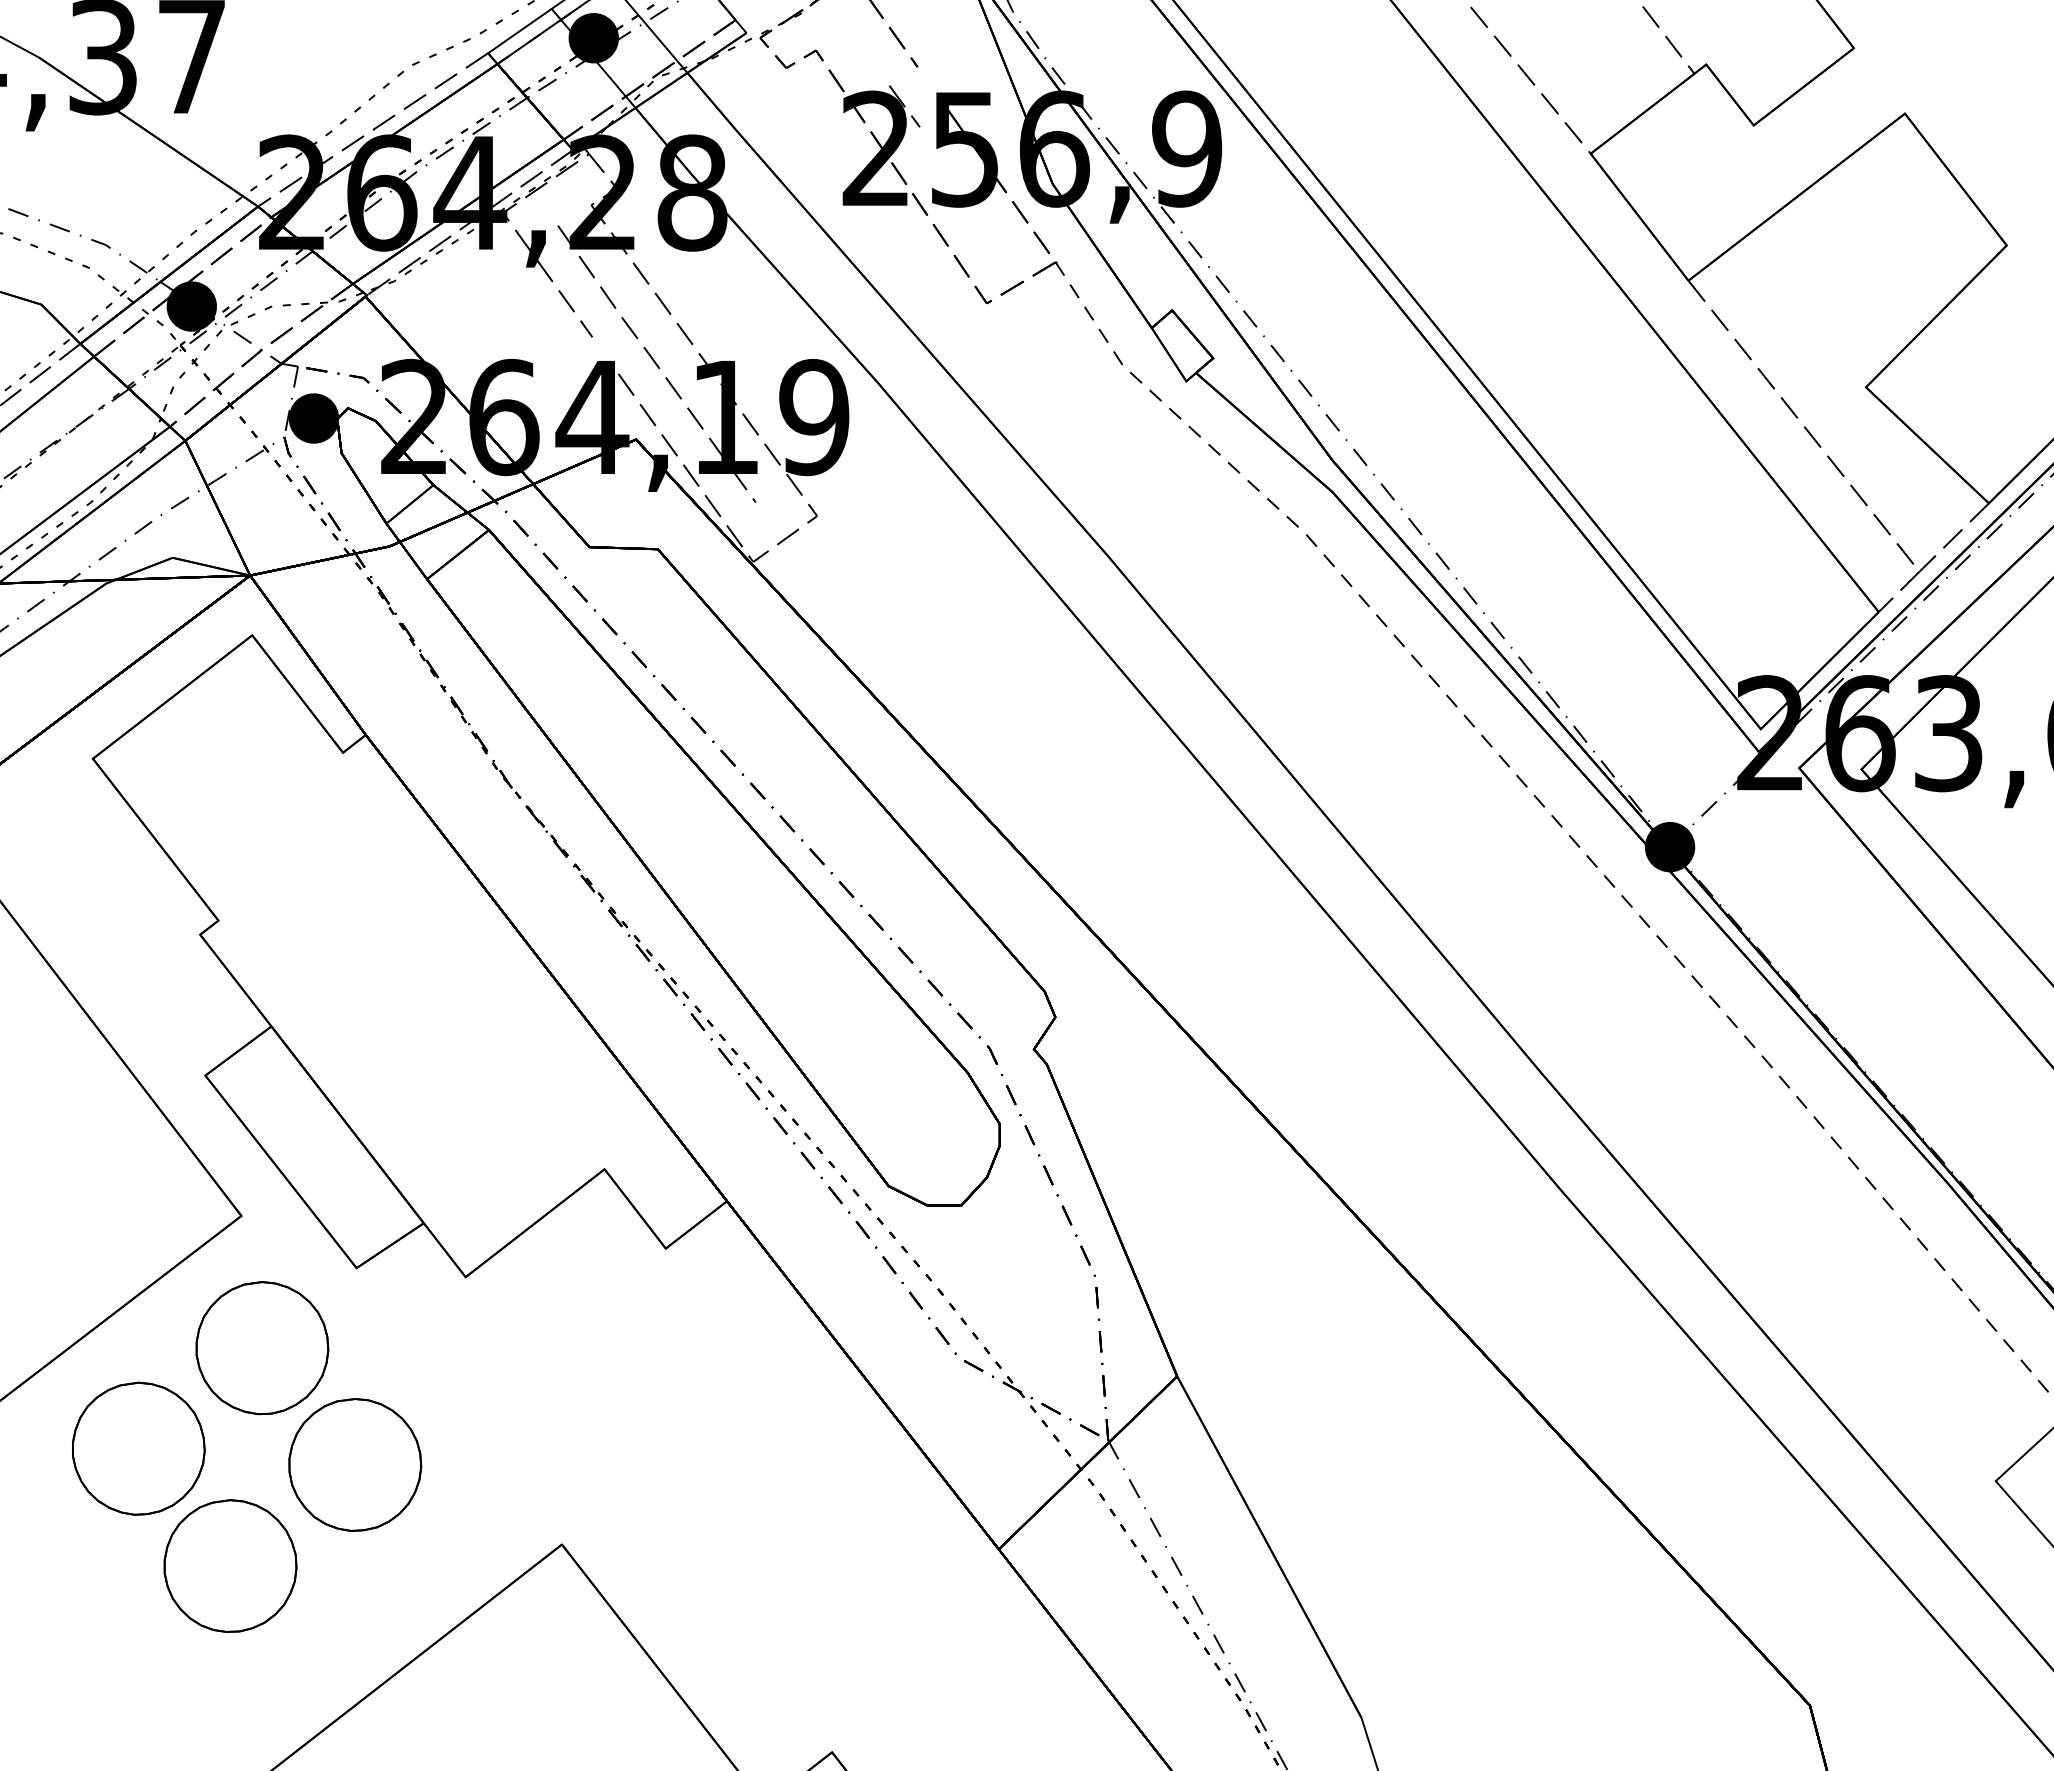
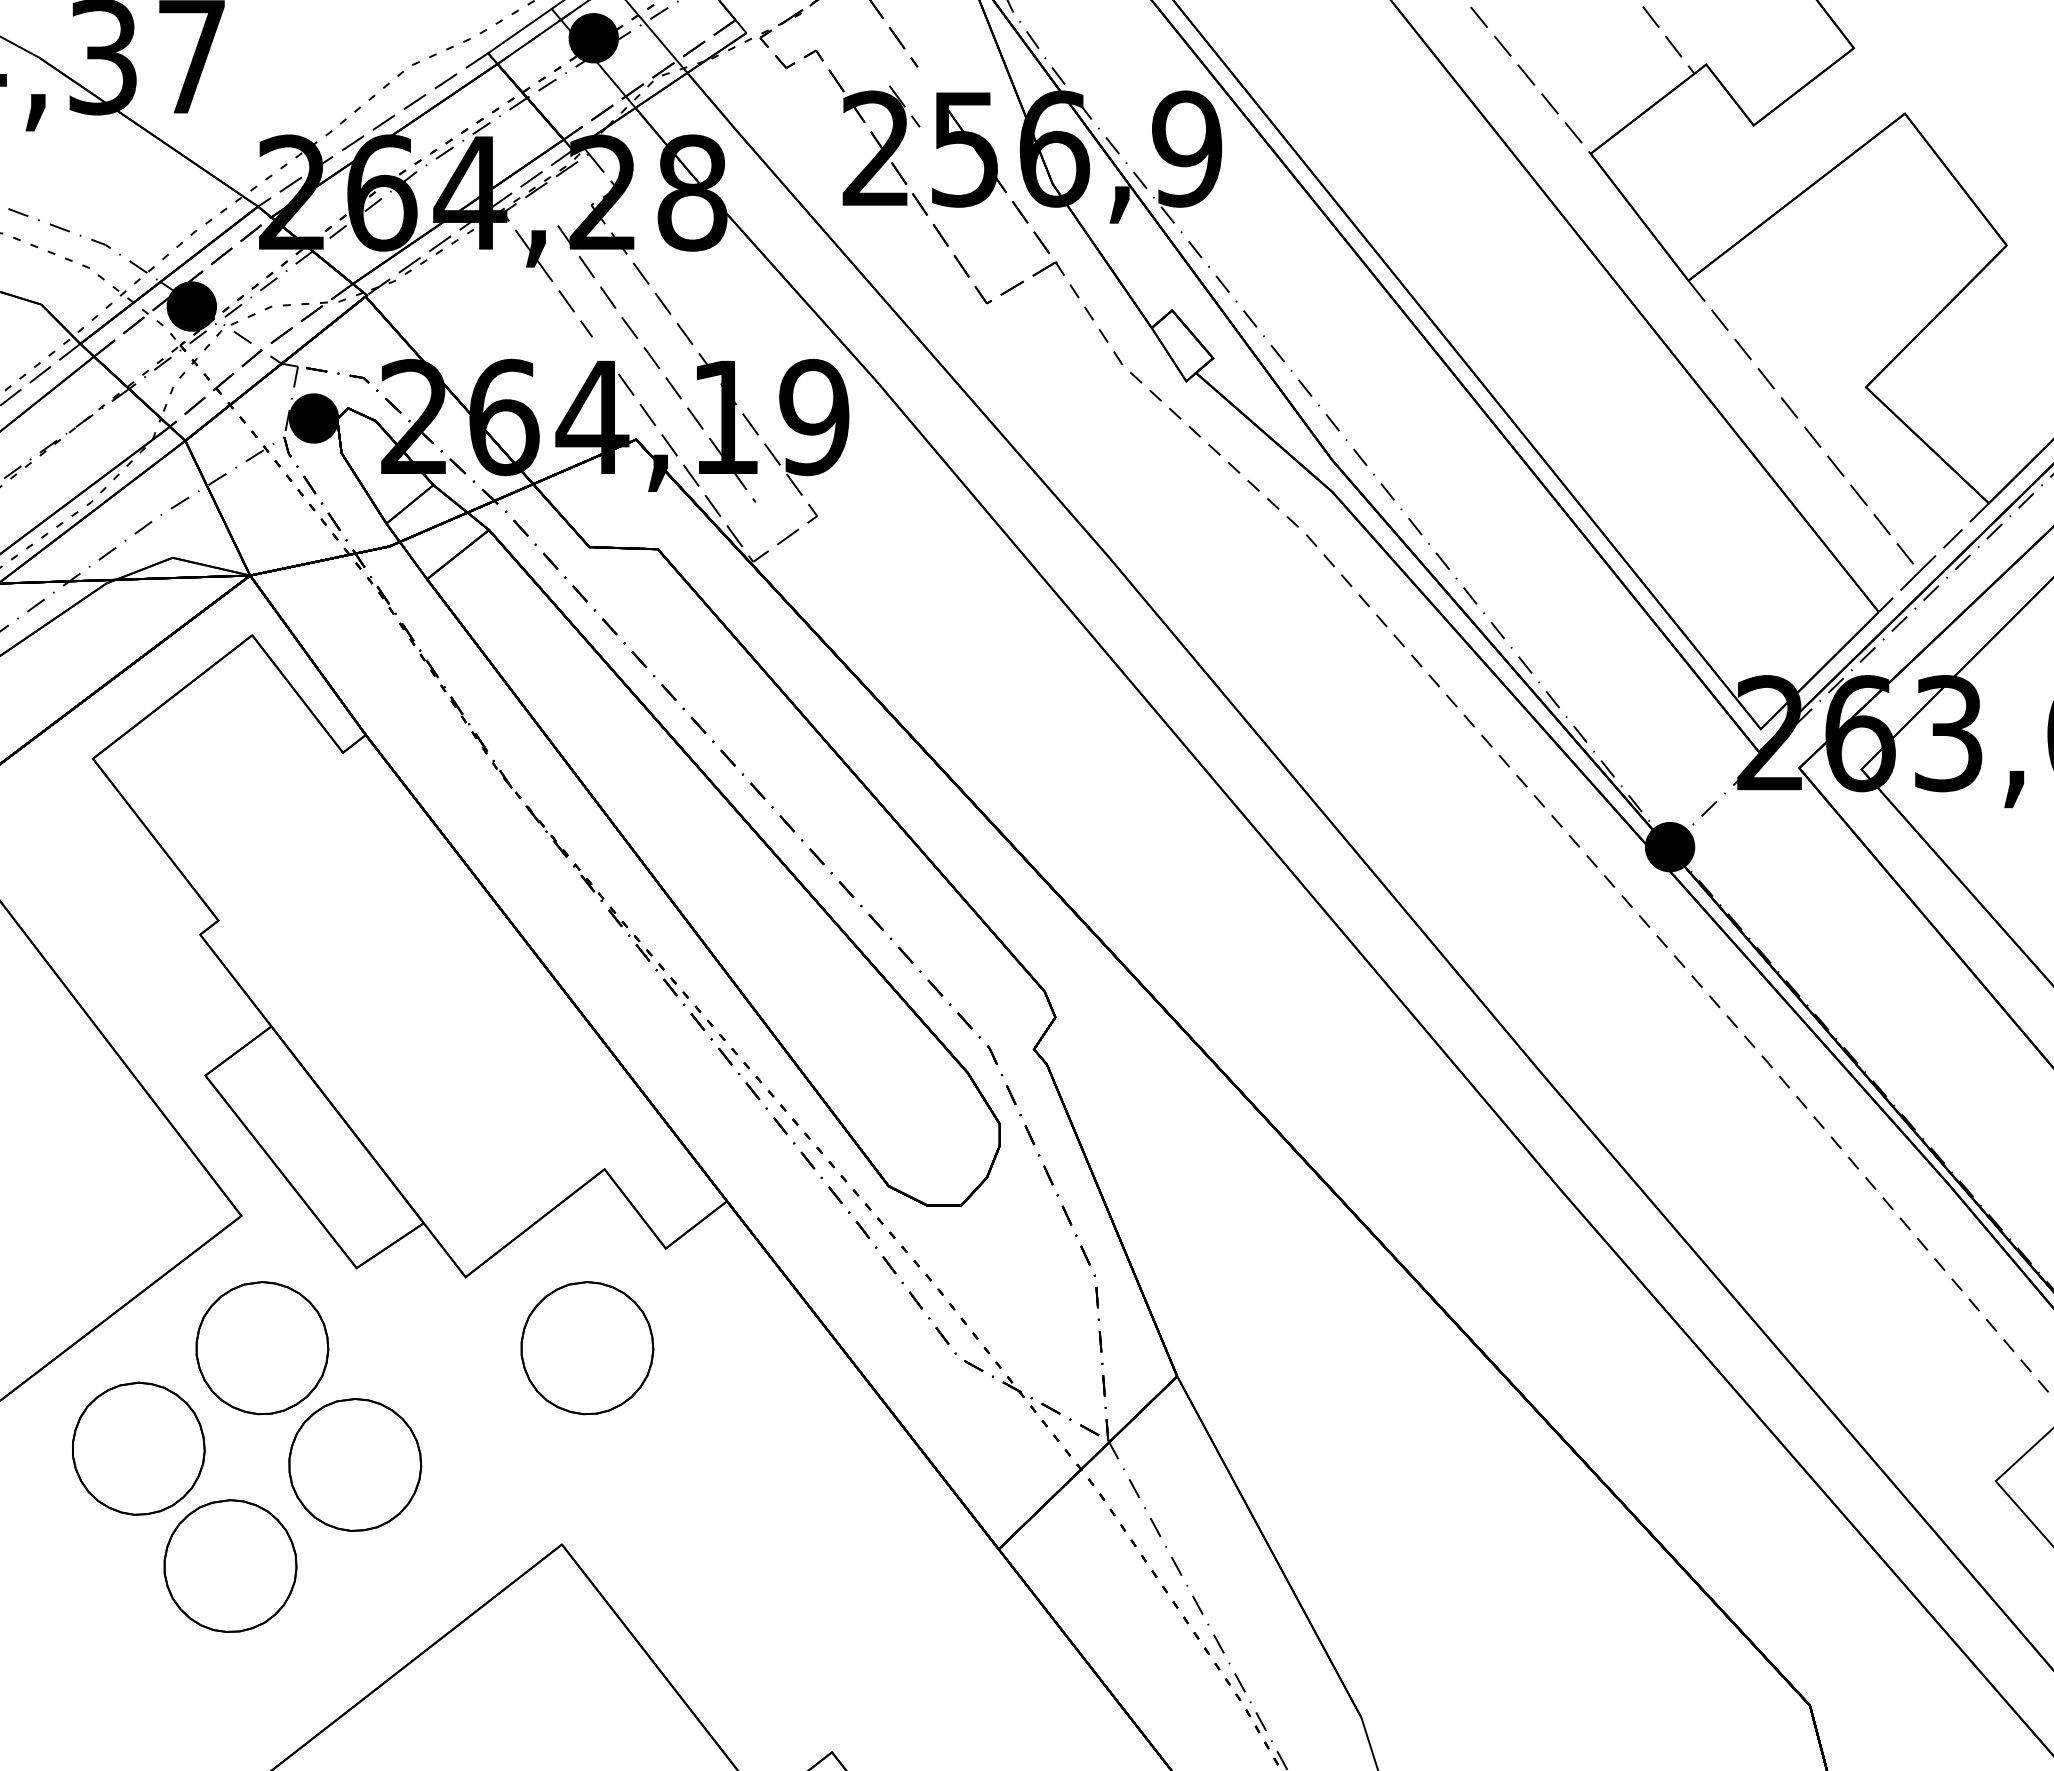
part at (587, 1348): none -> present
